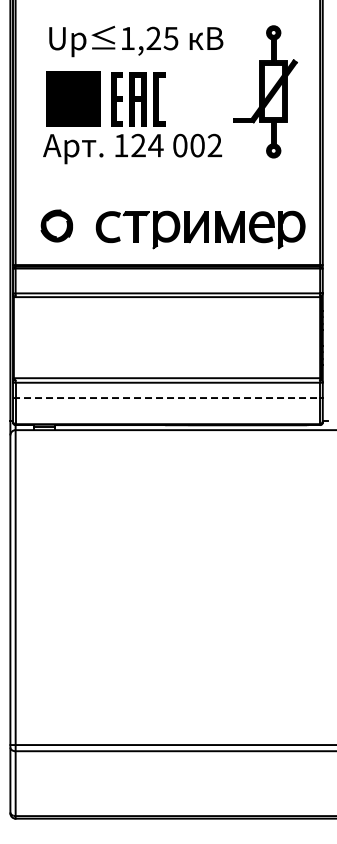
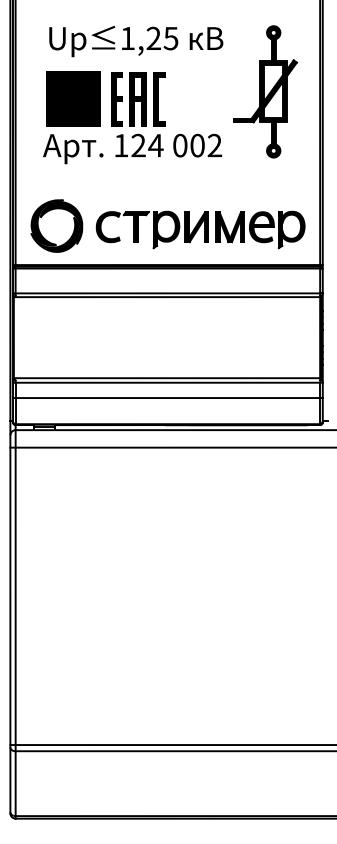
part at (56, 225) size: 33x34 px -> 54x54 px
line at (166, 398): dashed -> solid
line at (171, 447): none -> present
